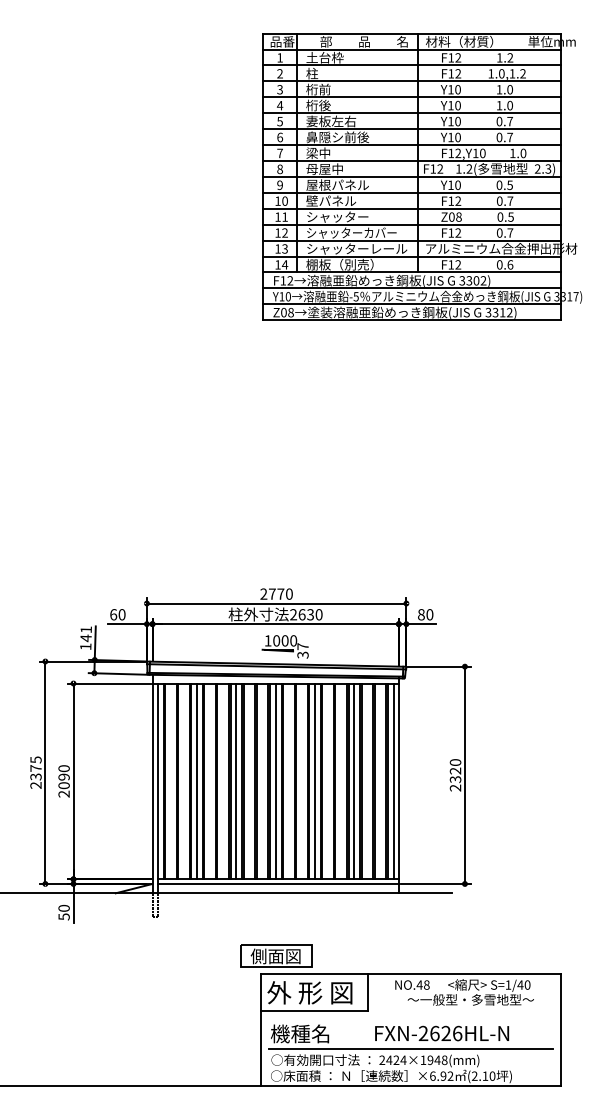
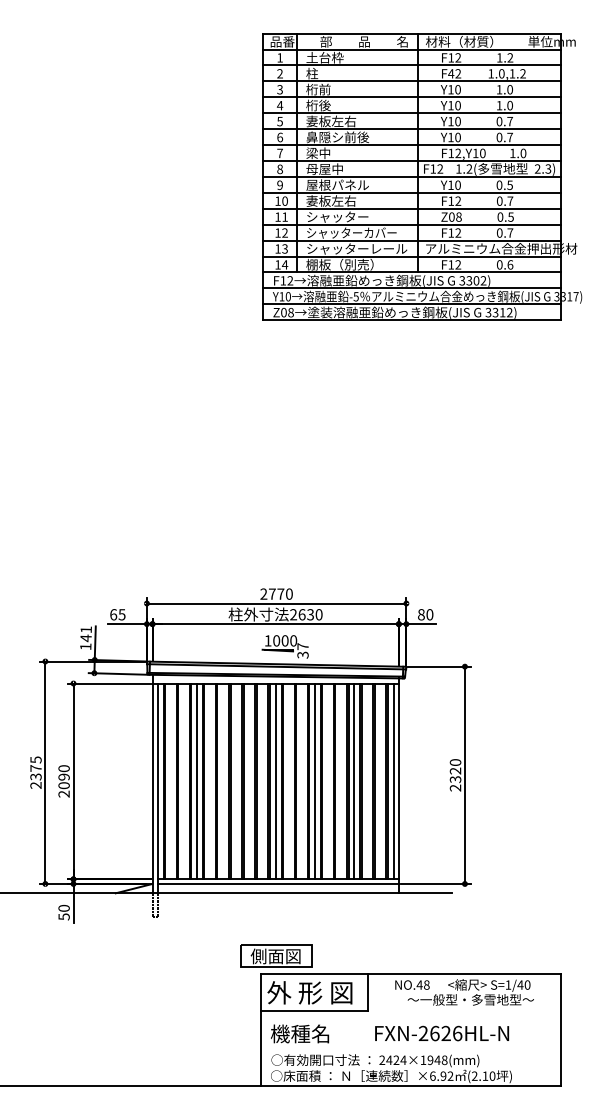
text at (451, 73): F12 -> F42
text at (331, 200): 壁パネル -> 妻板左右
text at (121, 614): 60 -> 65
line at (236, 781): present -> none
line at (410, 1048): present -> none
